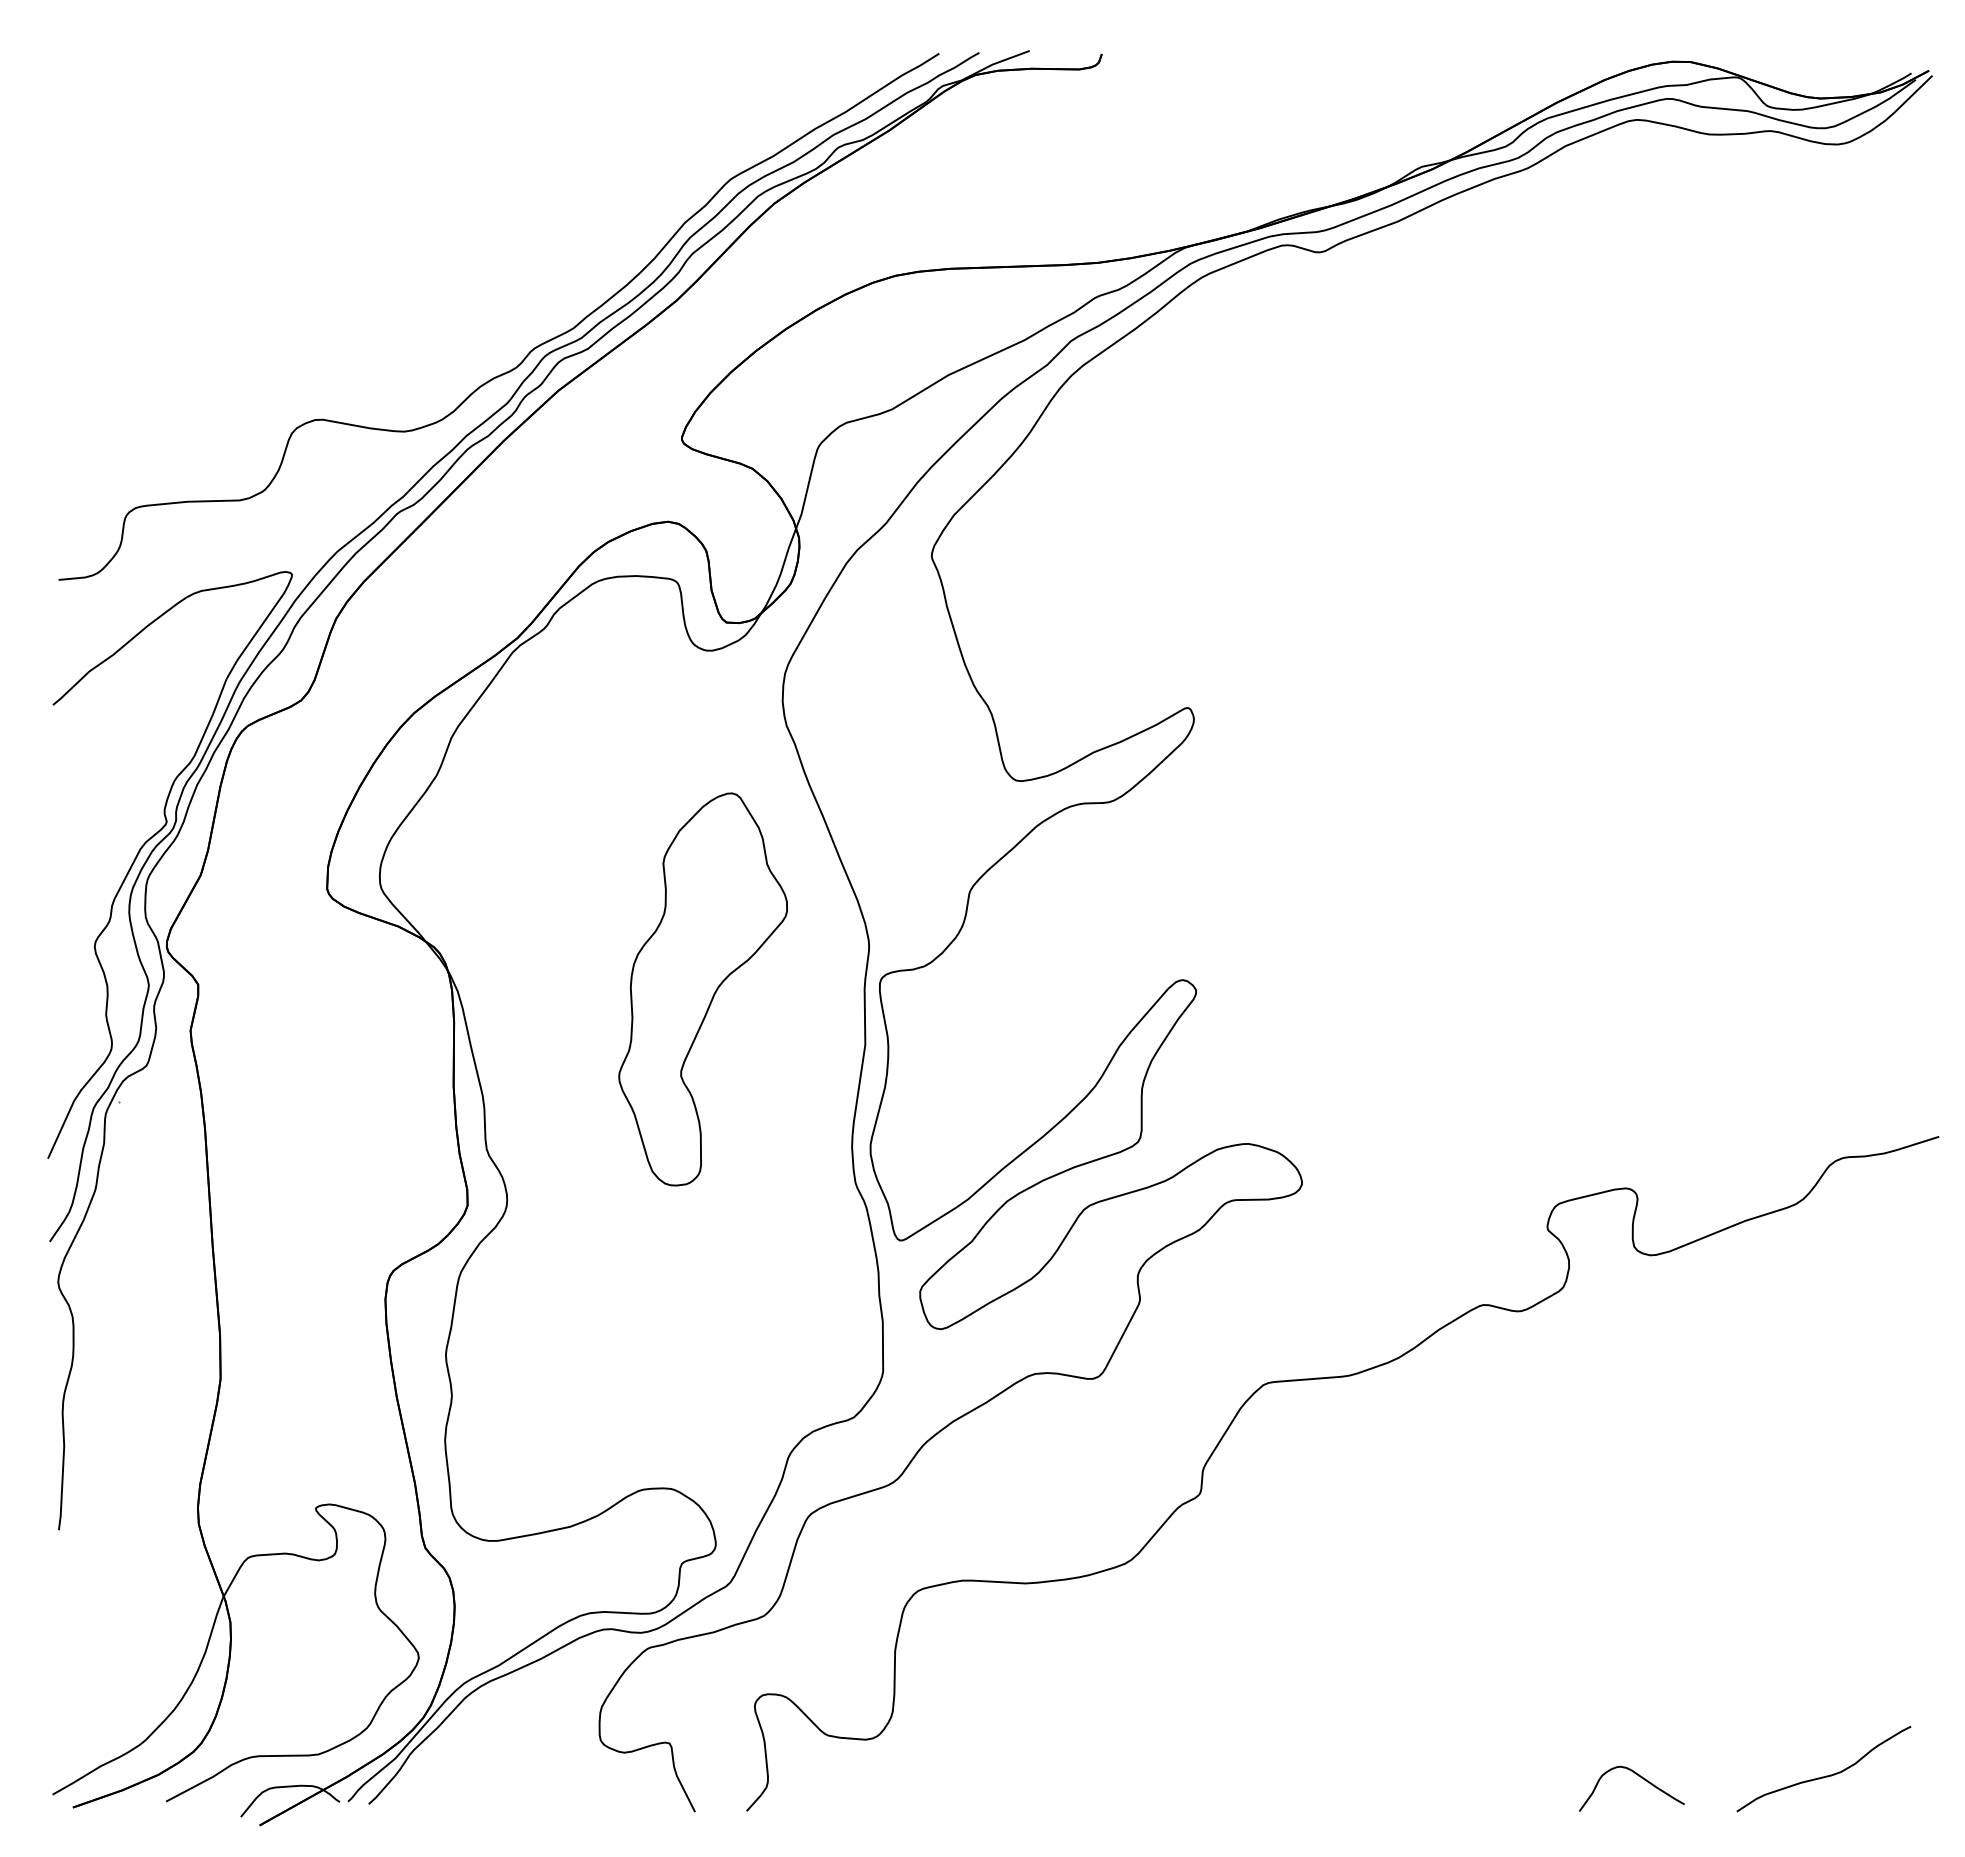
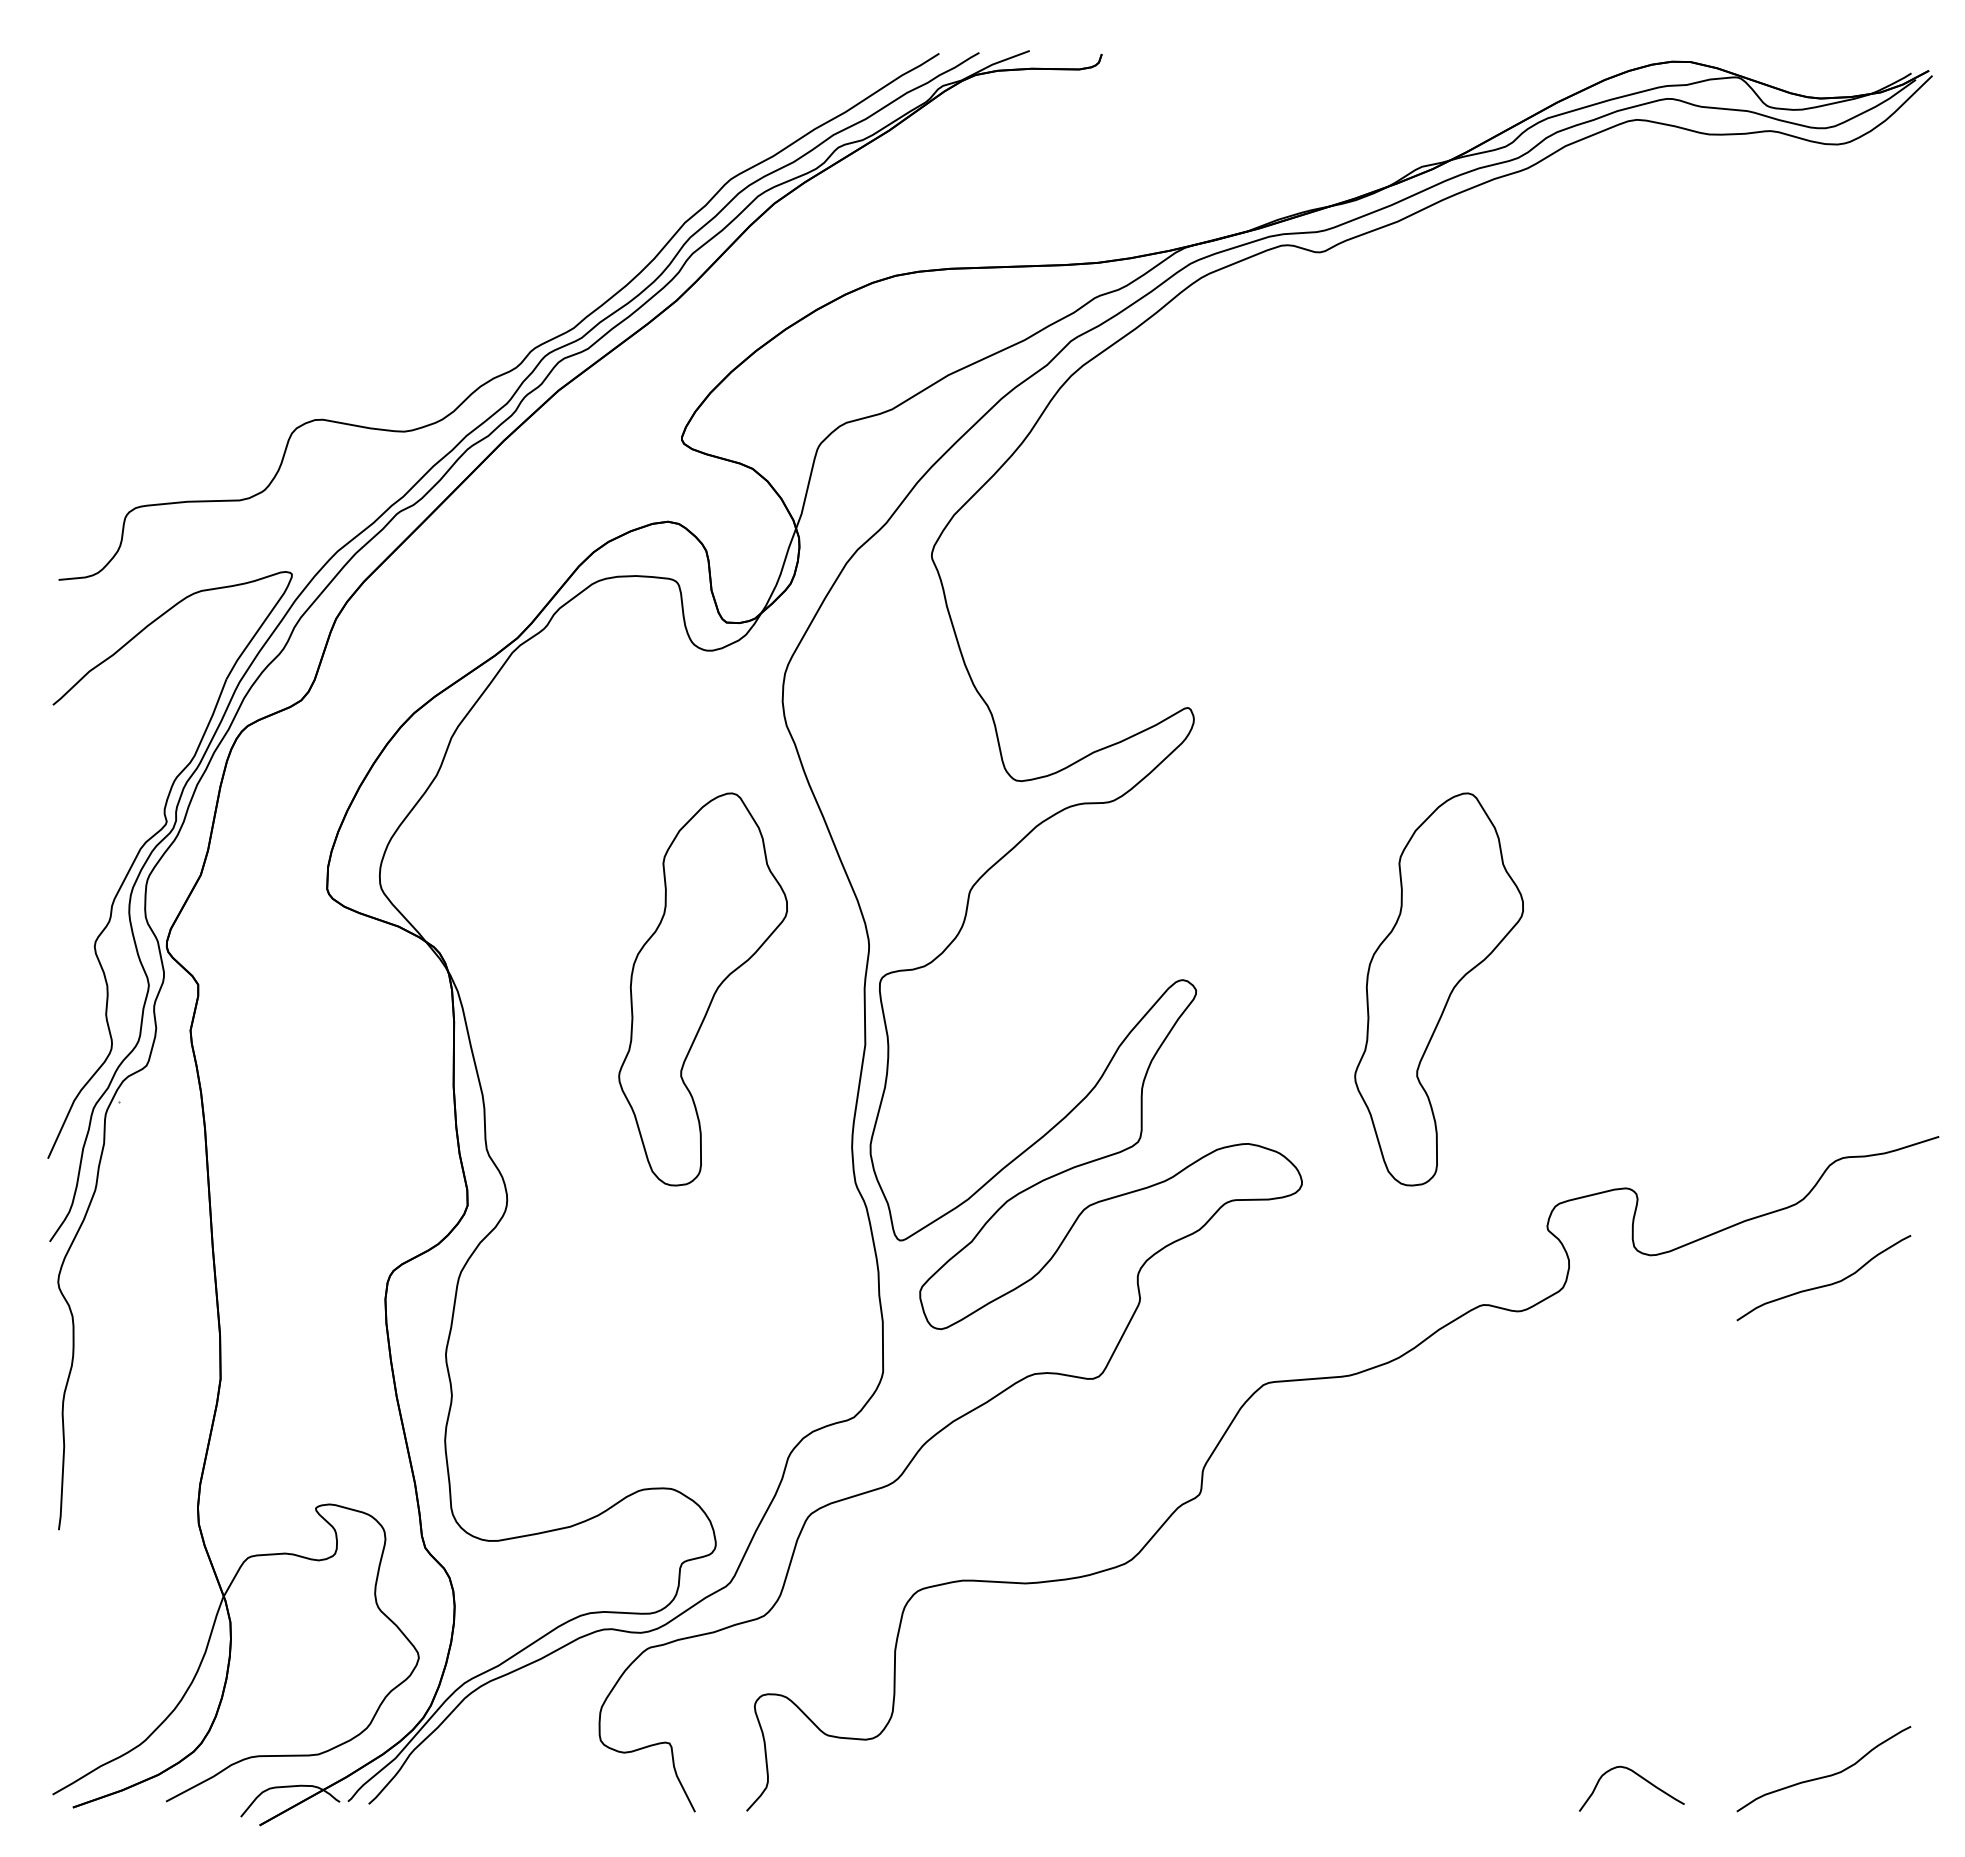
part at (1438, 989): none -> present
curve at (1826, 1284): none -> present
